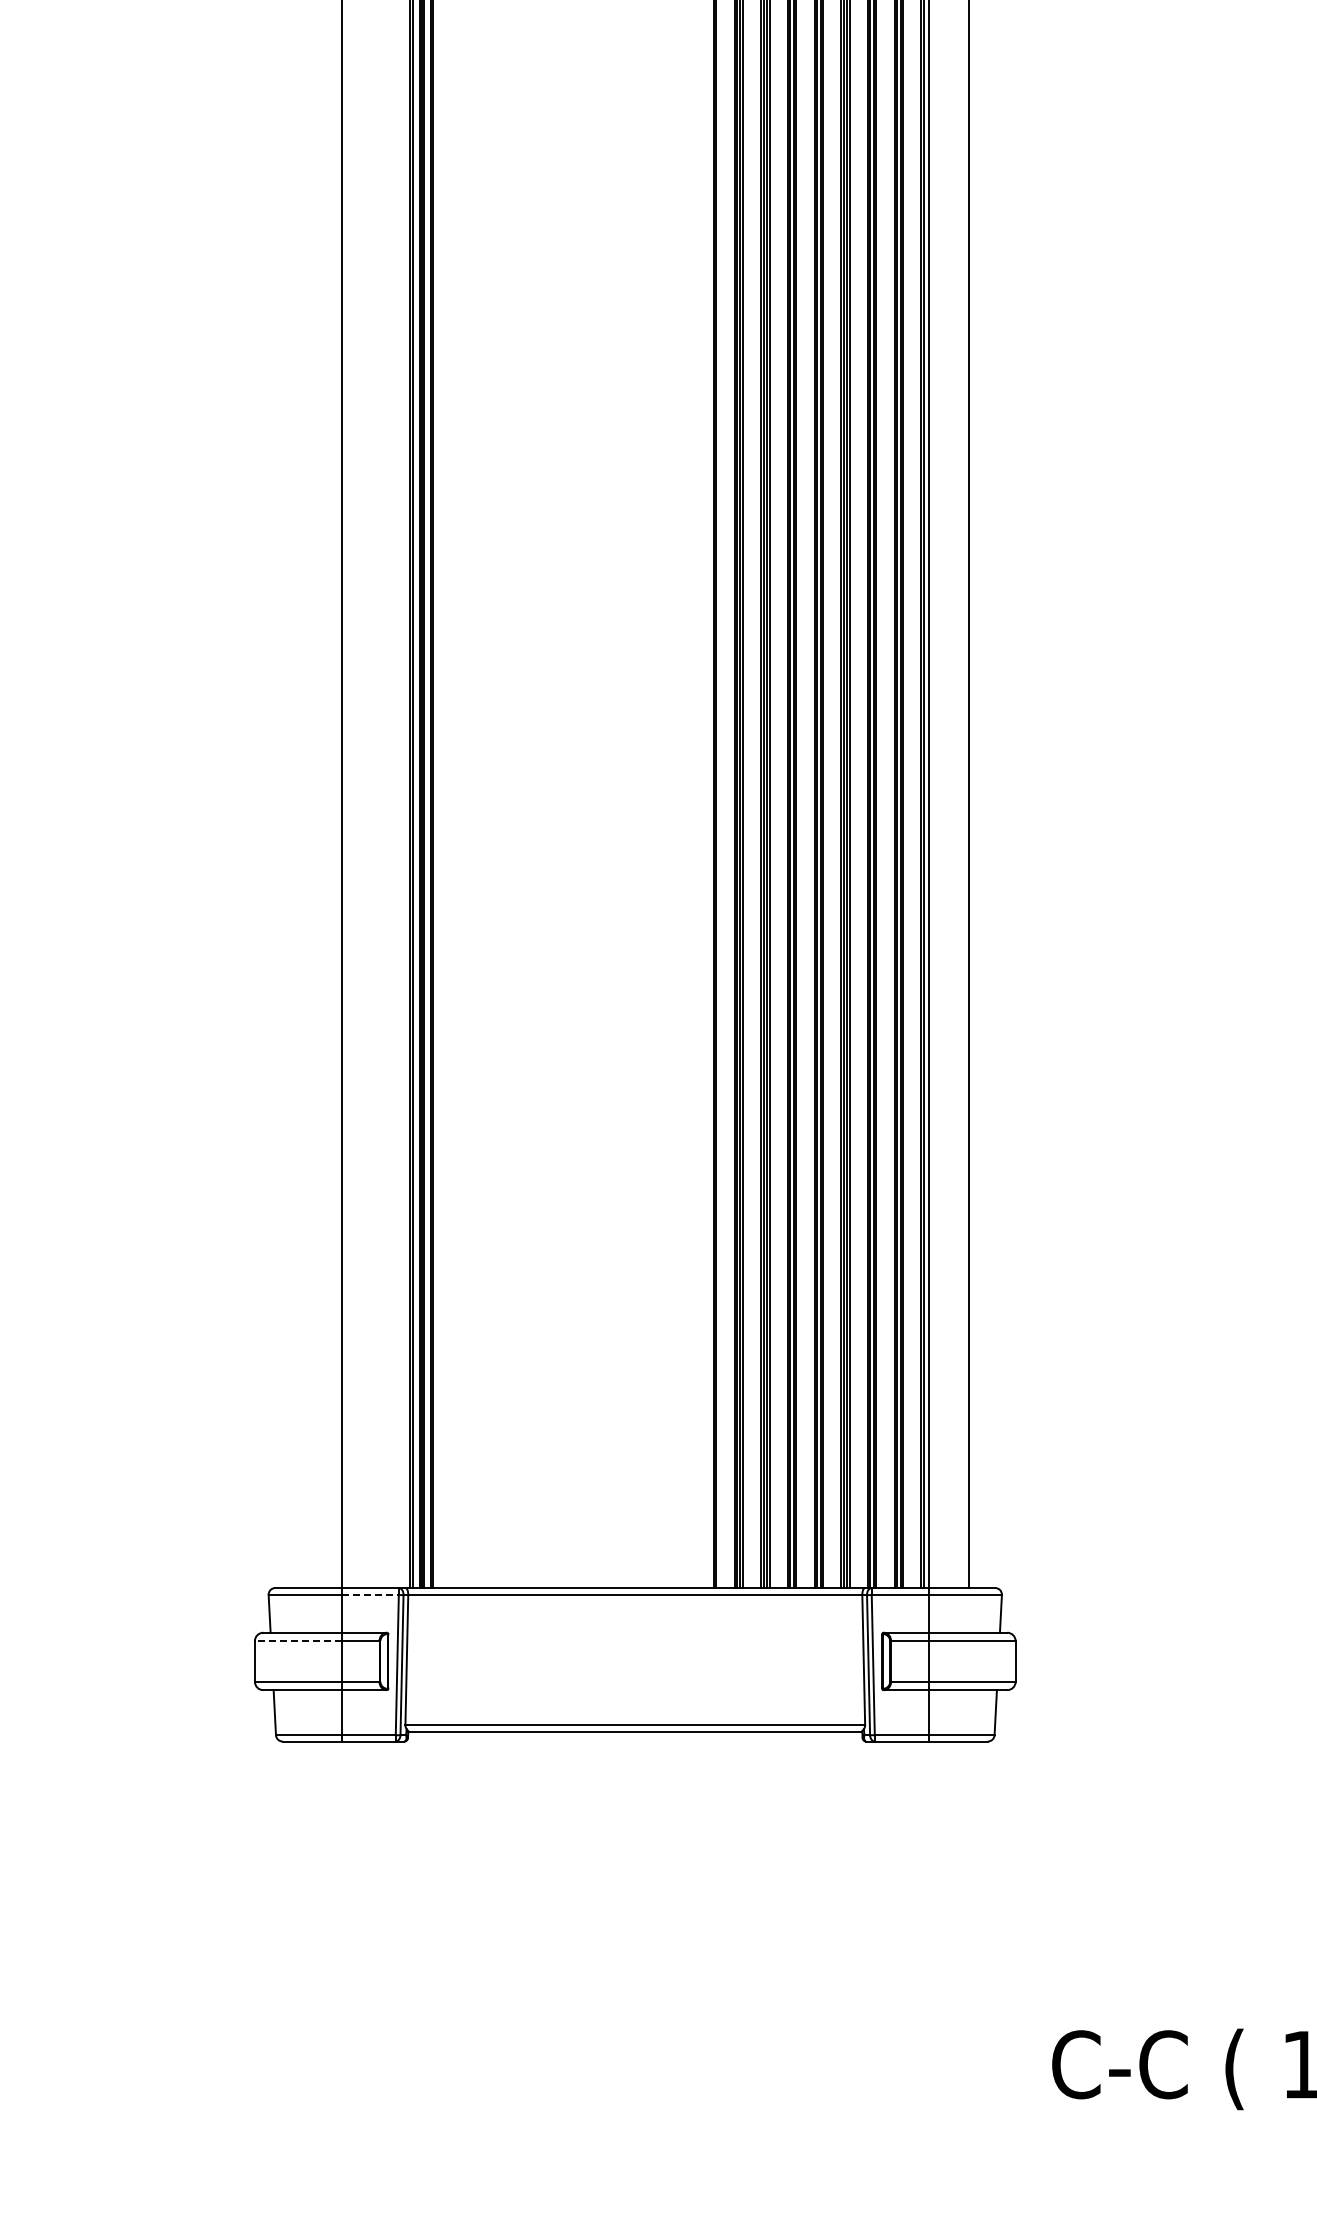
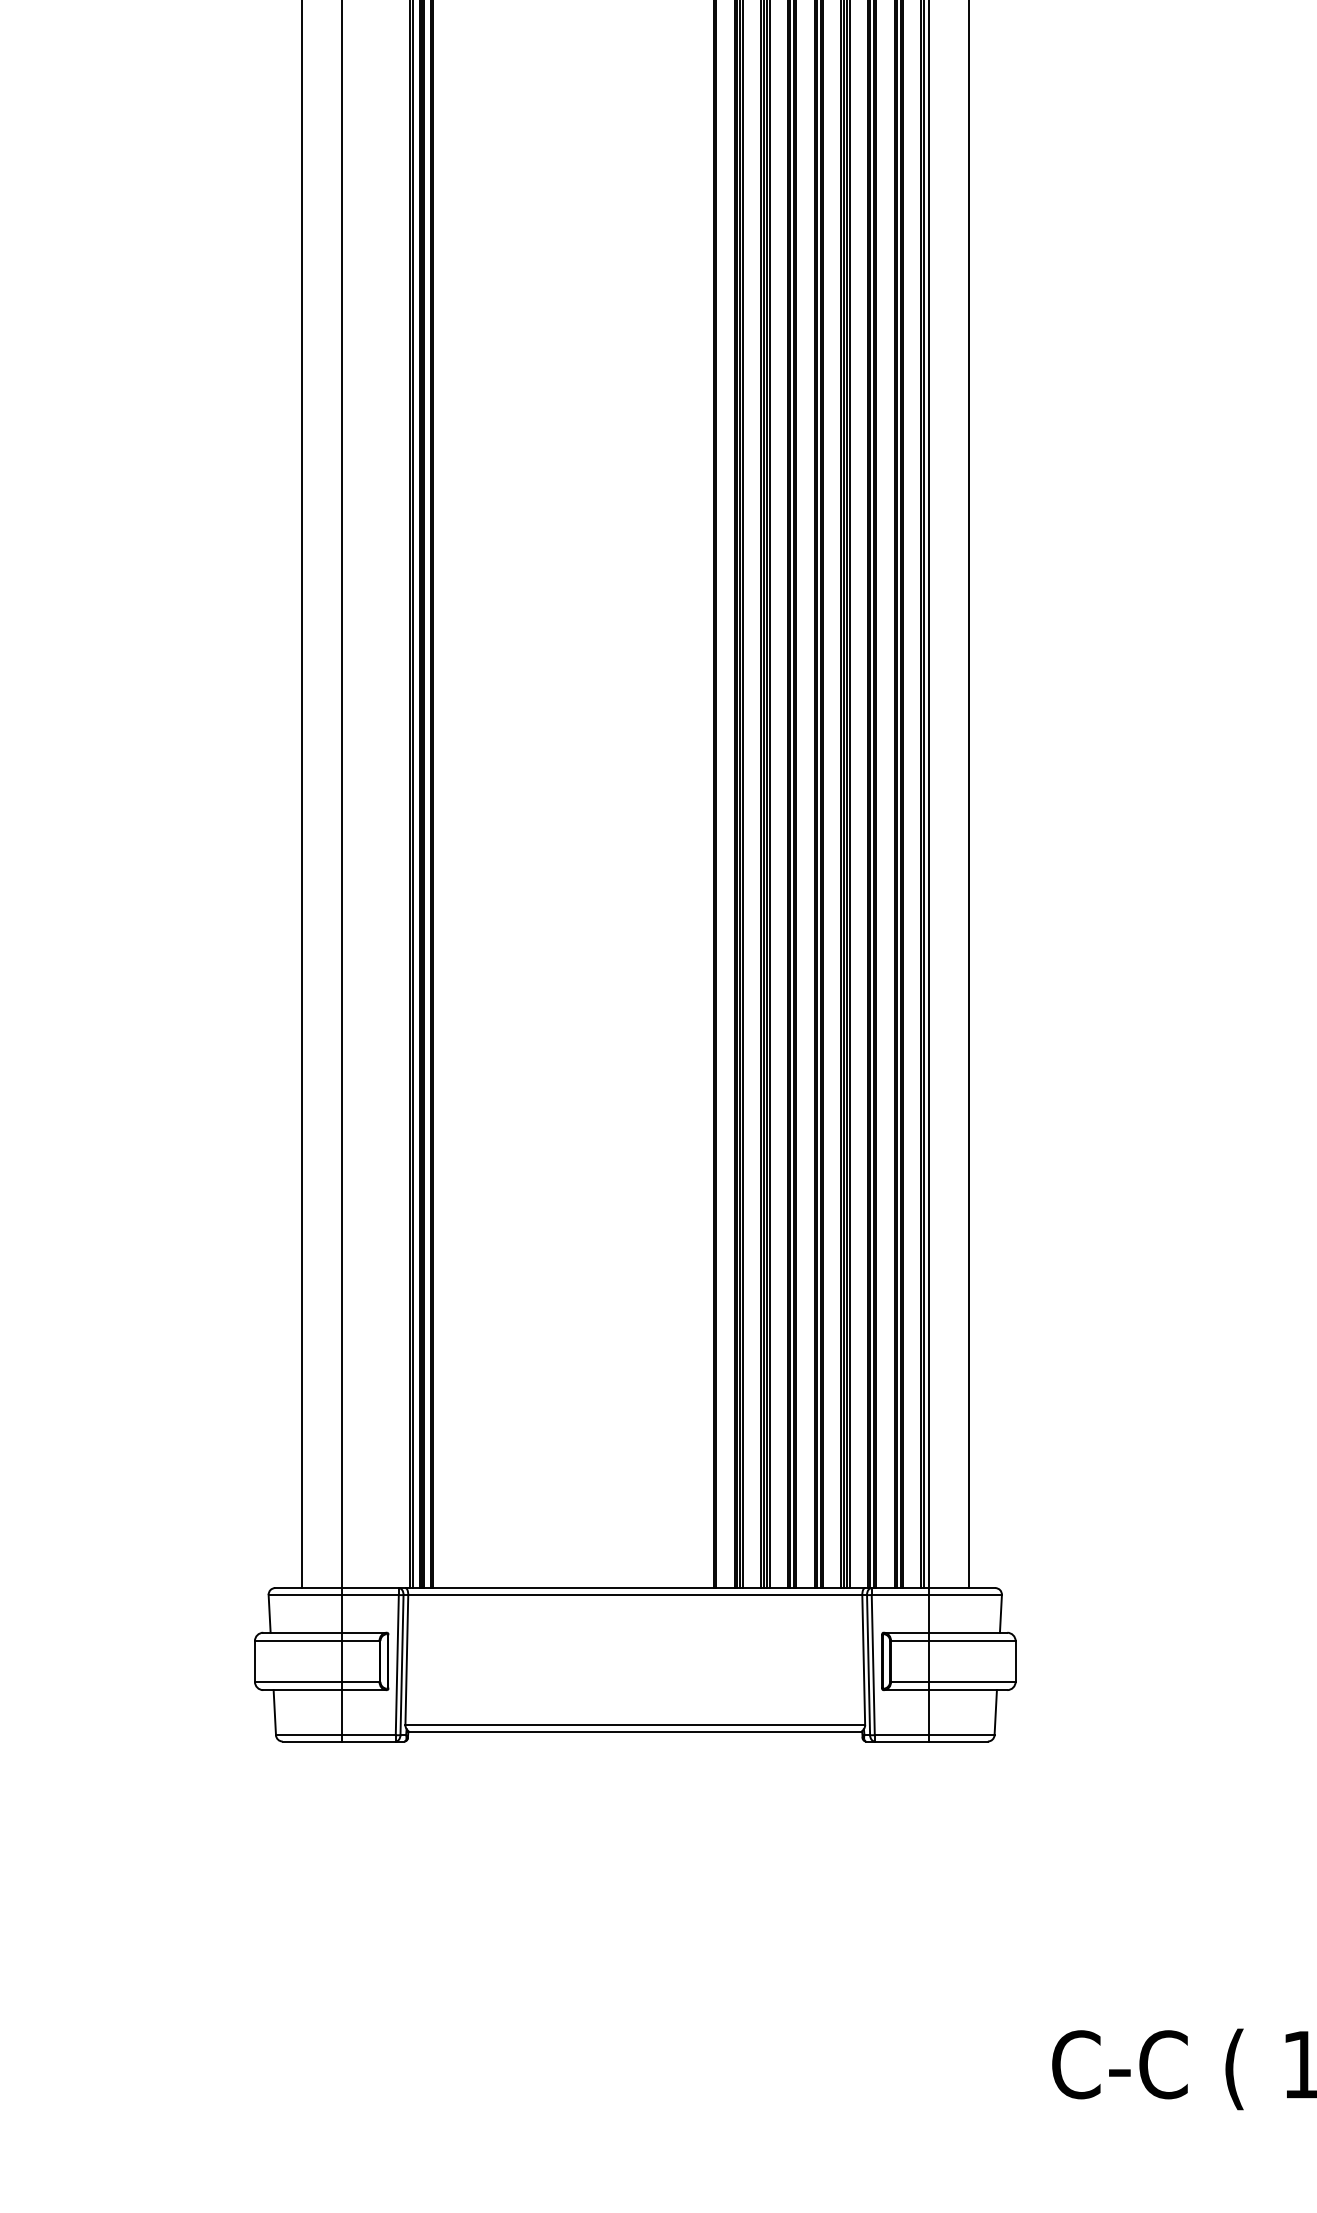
line at (301, 795): none -> present
line at (370, 1595): dashed -> solid
line at (297, 1641): dashed -> solid
